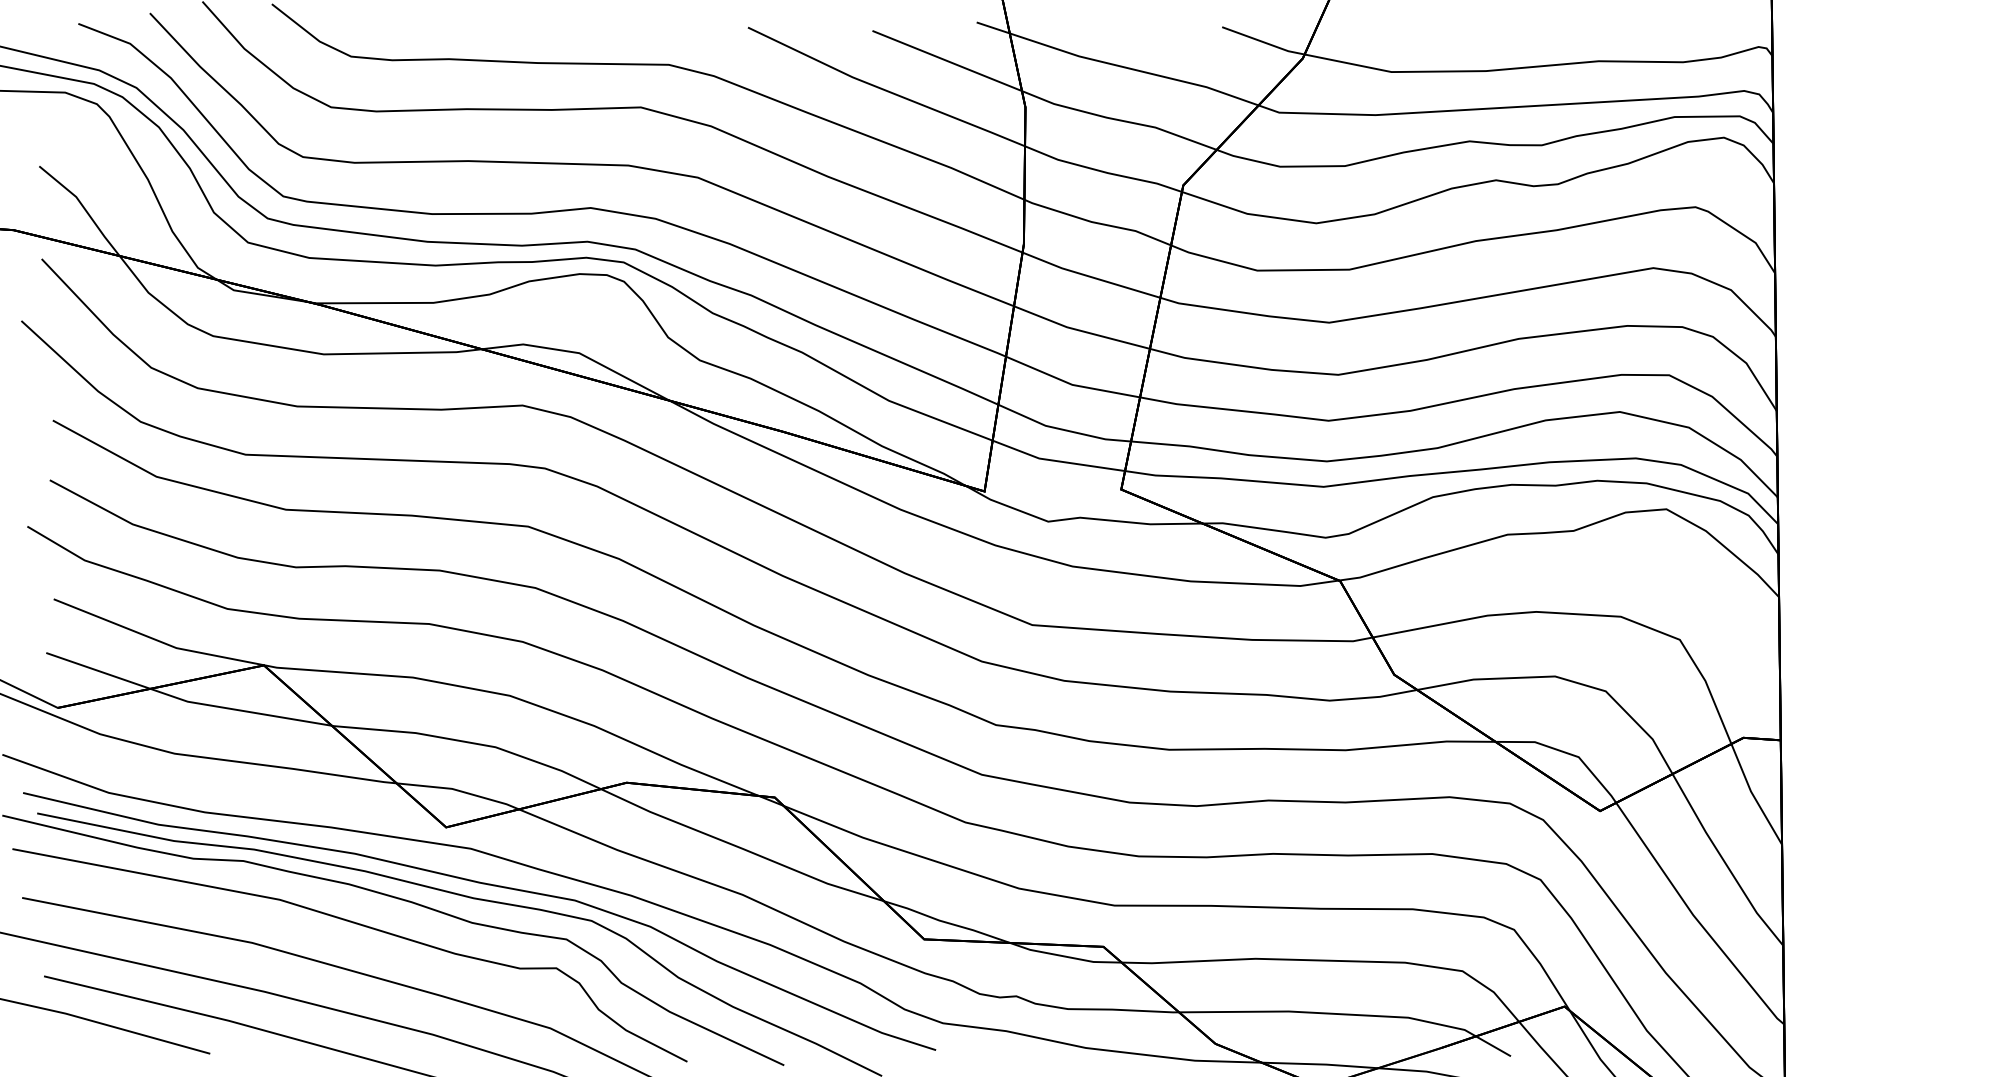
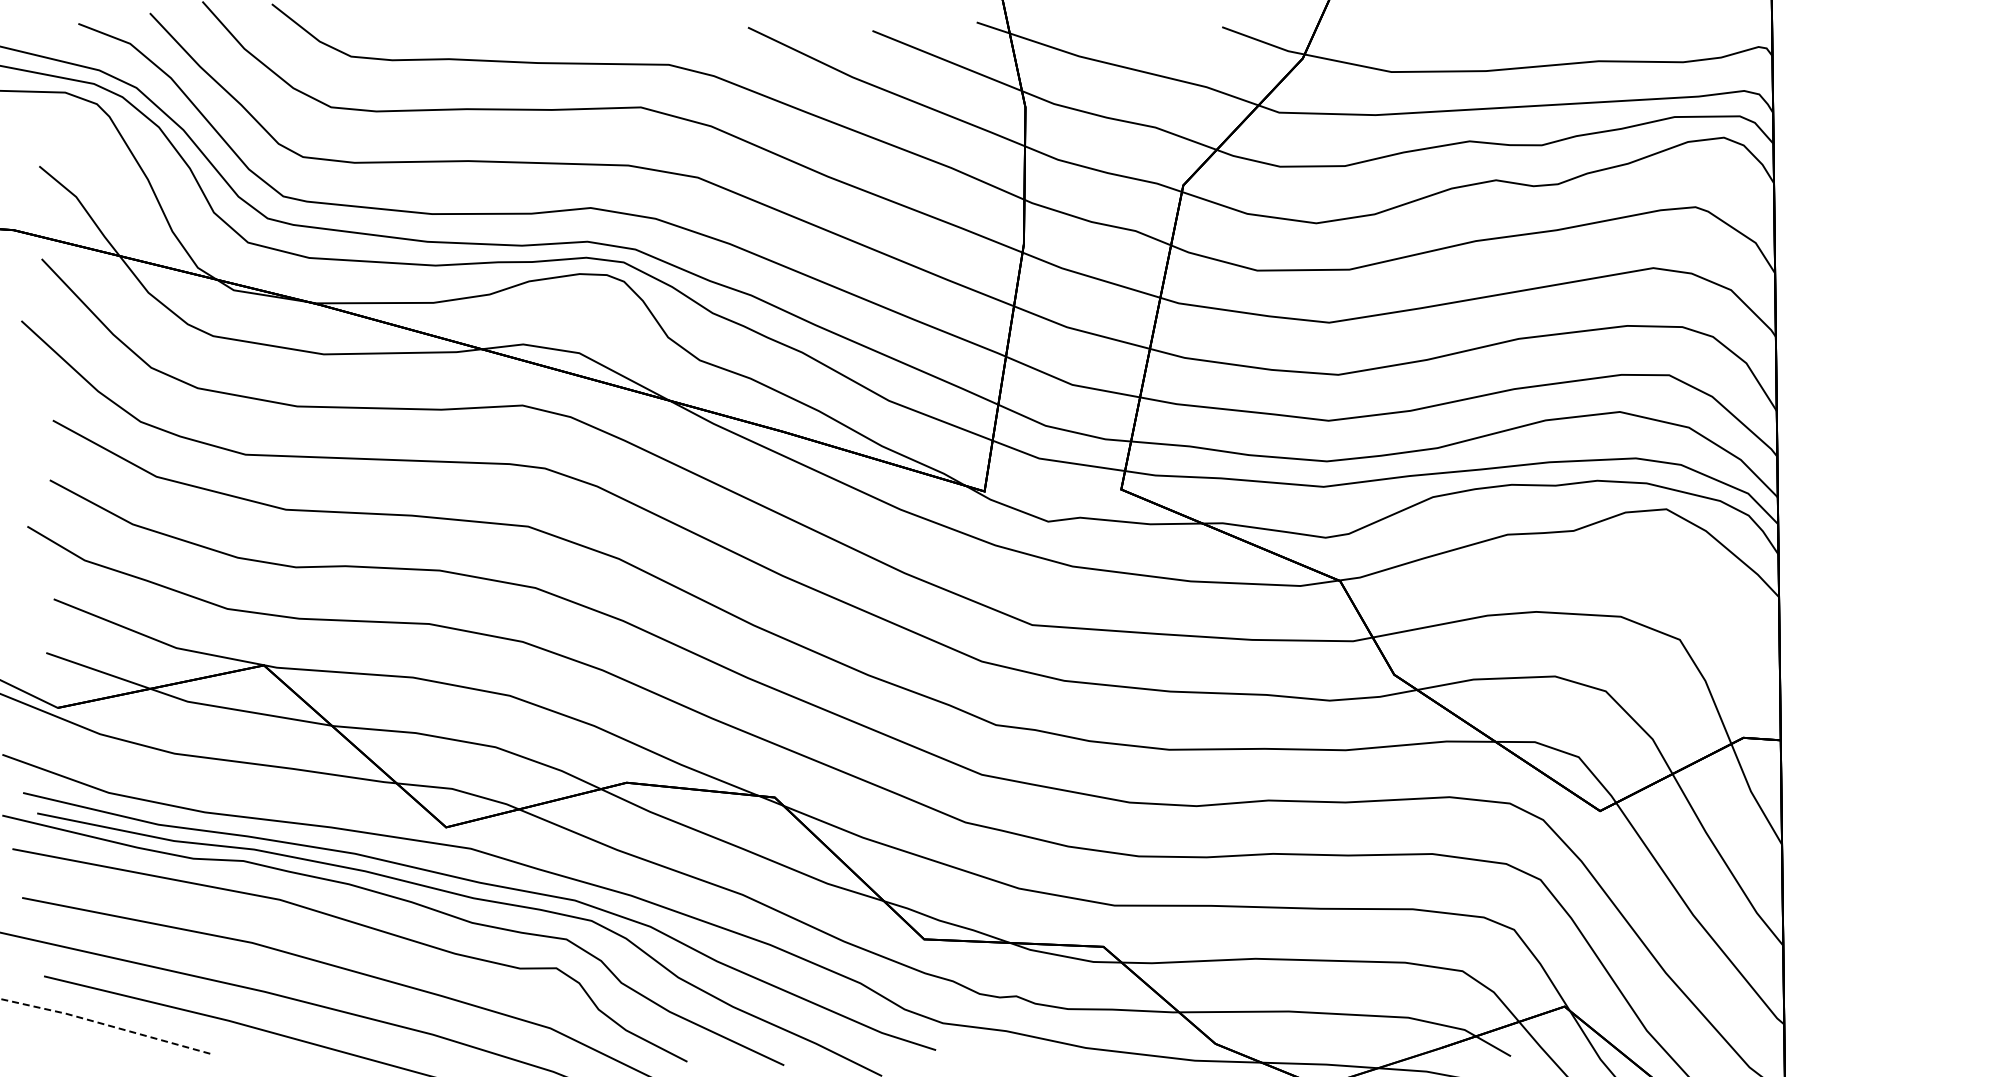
line at (105, 1024): solid -> dashed
